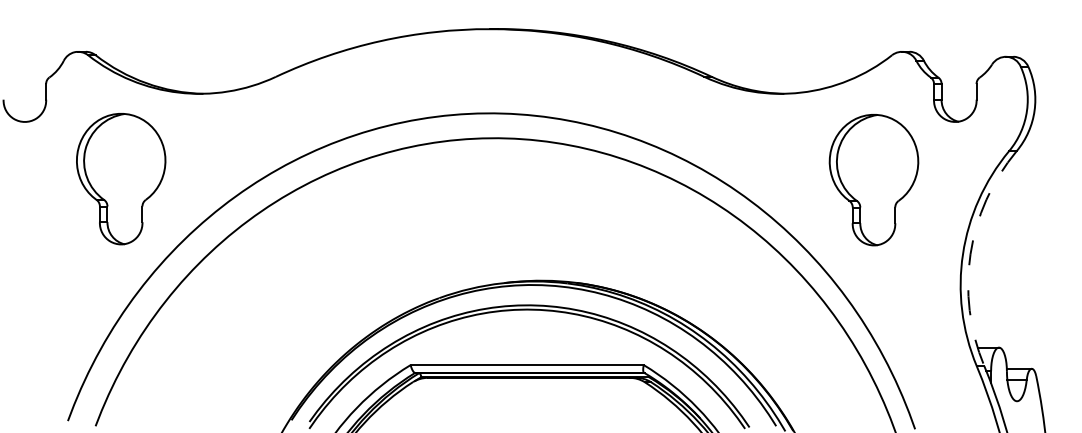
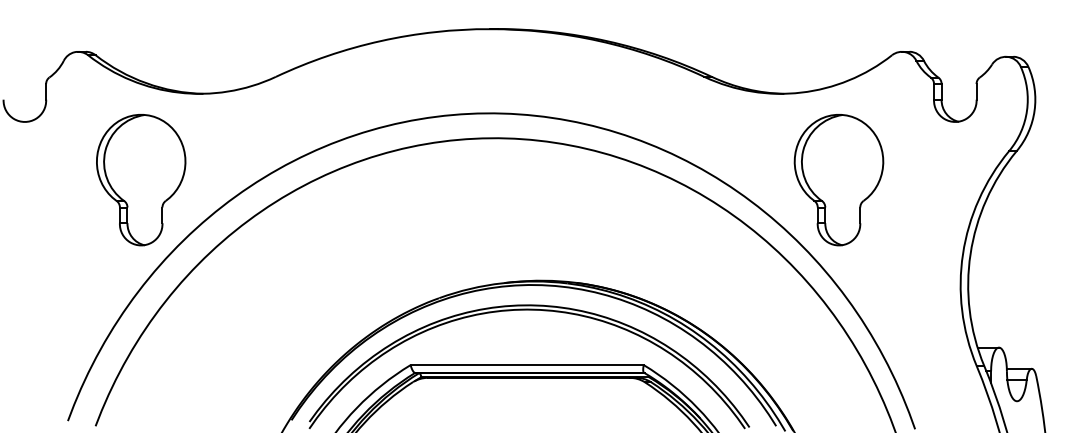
part at (121, 179) position: (121, 179) -> (141, 180)
part at (873, 180) position: (873, 180) -> (838, 180)
arc at (970, 254): dashed -> solid
